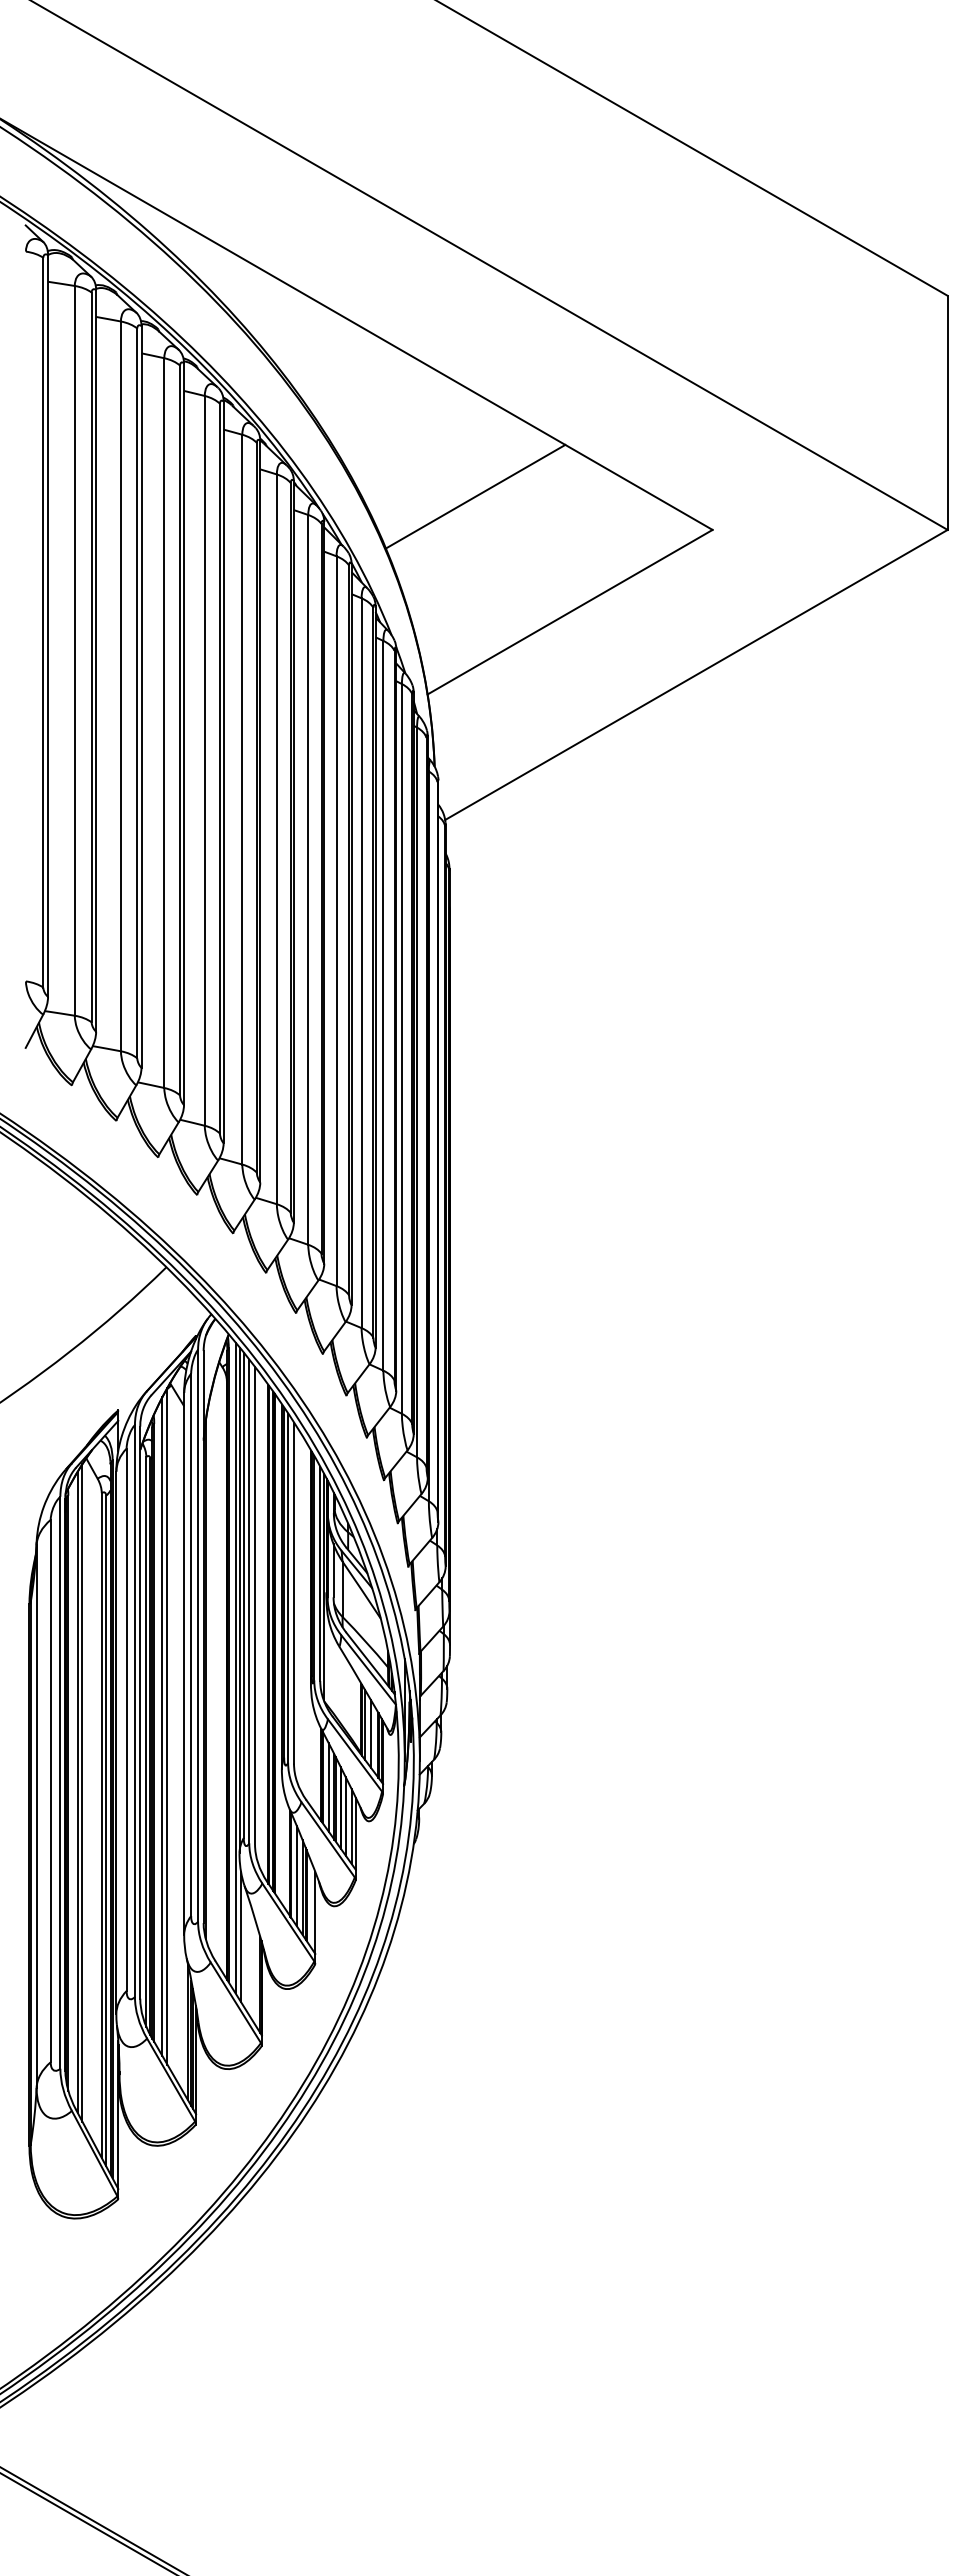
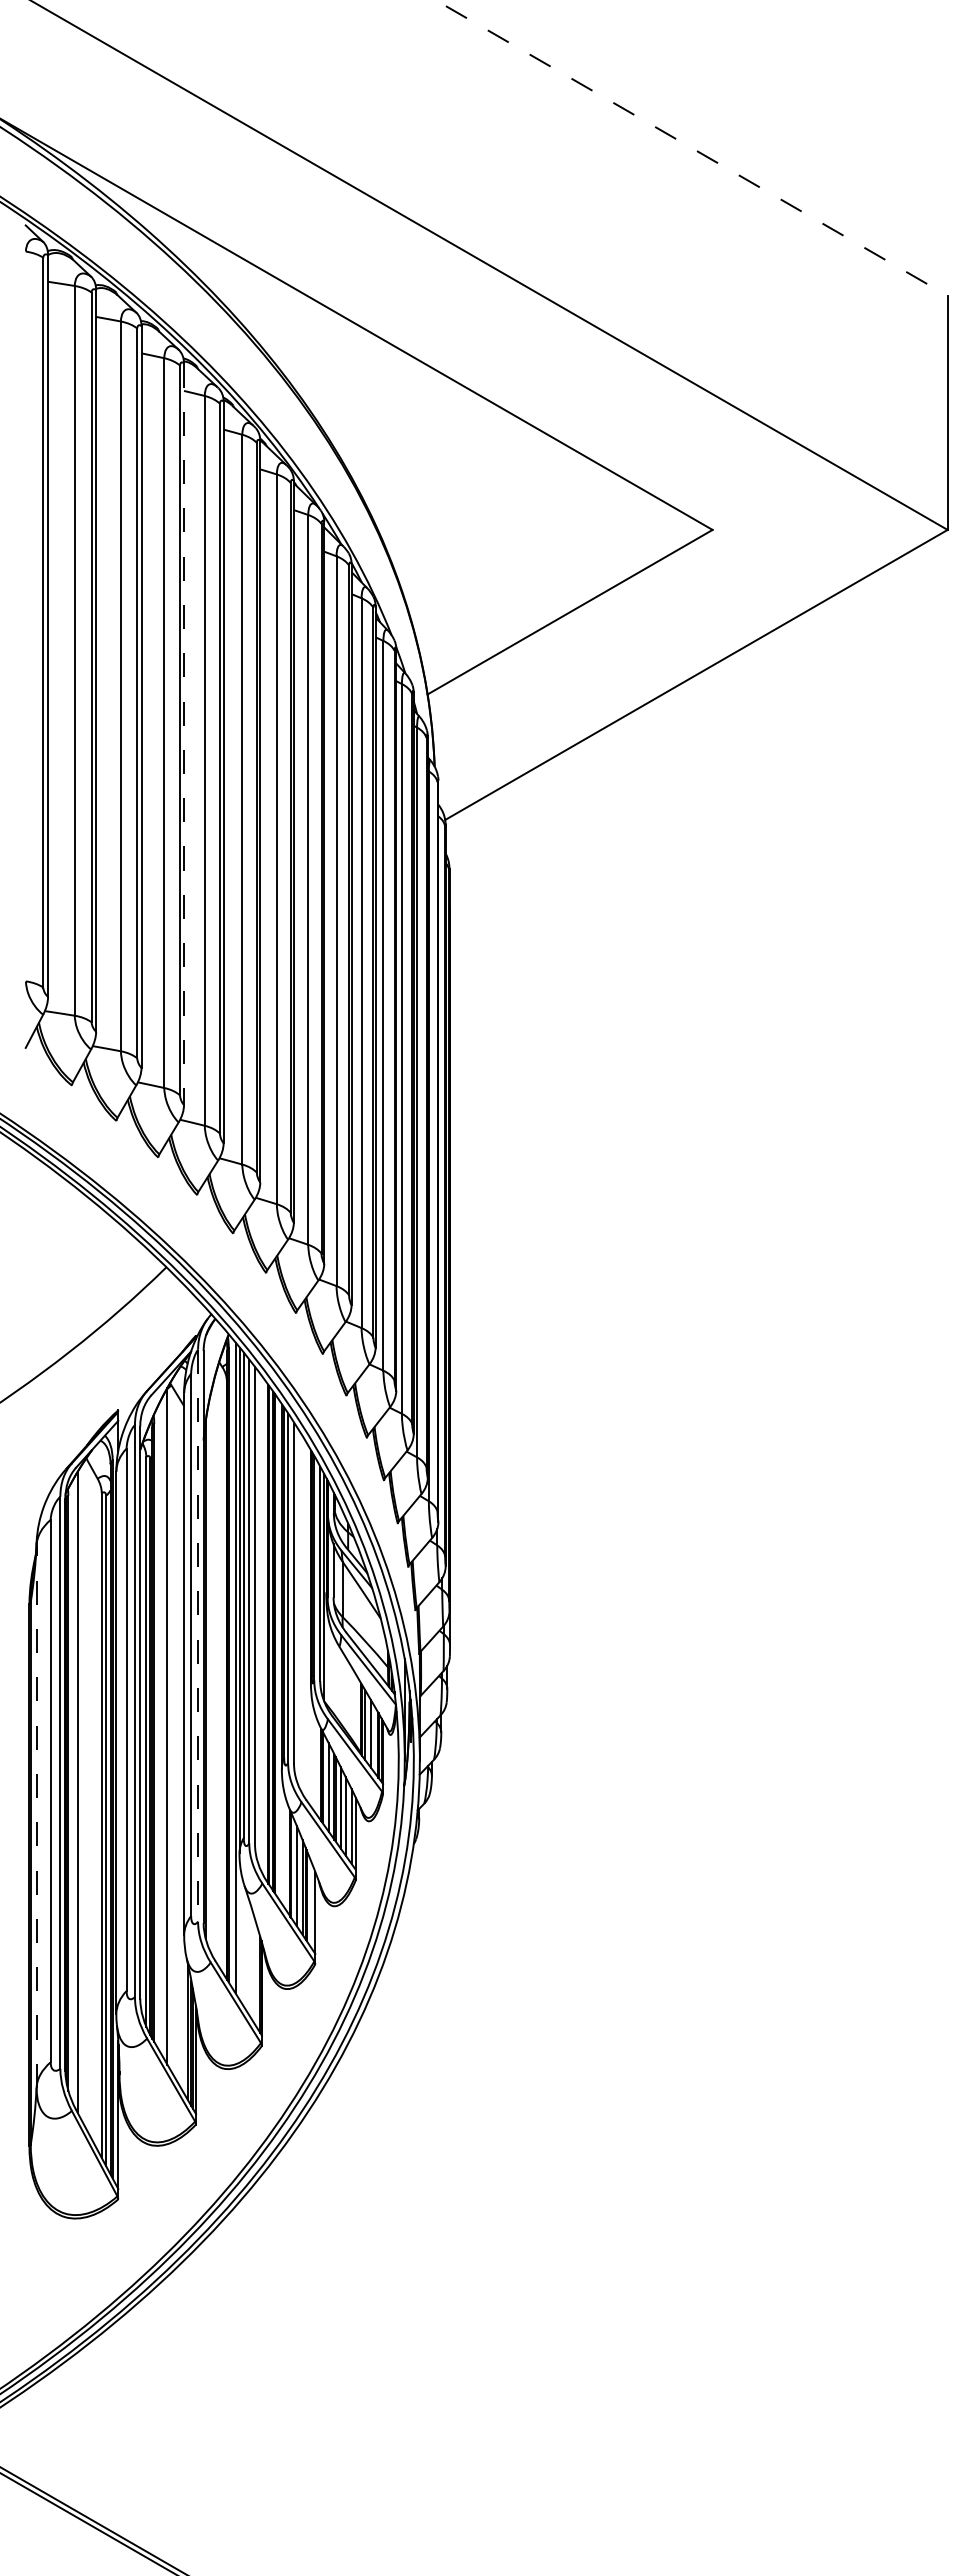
line at (692, 148): solid -> dashed
line at (475, 496): present -> none
line at (184, 734): solid -> dashed
line at (198, 1636): solid -> dashed
line at (162, 1726): present -> none
line at (82, 1792): present -> none
line at (36, 1816): solid -> dashed
line at (241, 1936): present -> none
